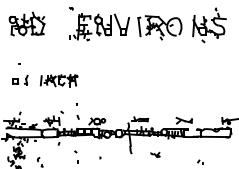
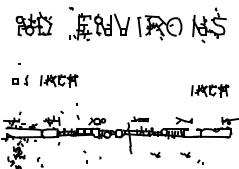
part at (26, 23) position: (26, 23) -> (33, 23)
part at (209, 90): none -> present
part at (185, 154): none -> present
part at (76, 156) position: (76, 156) -> (85, 156)
